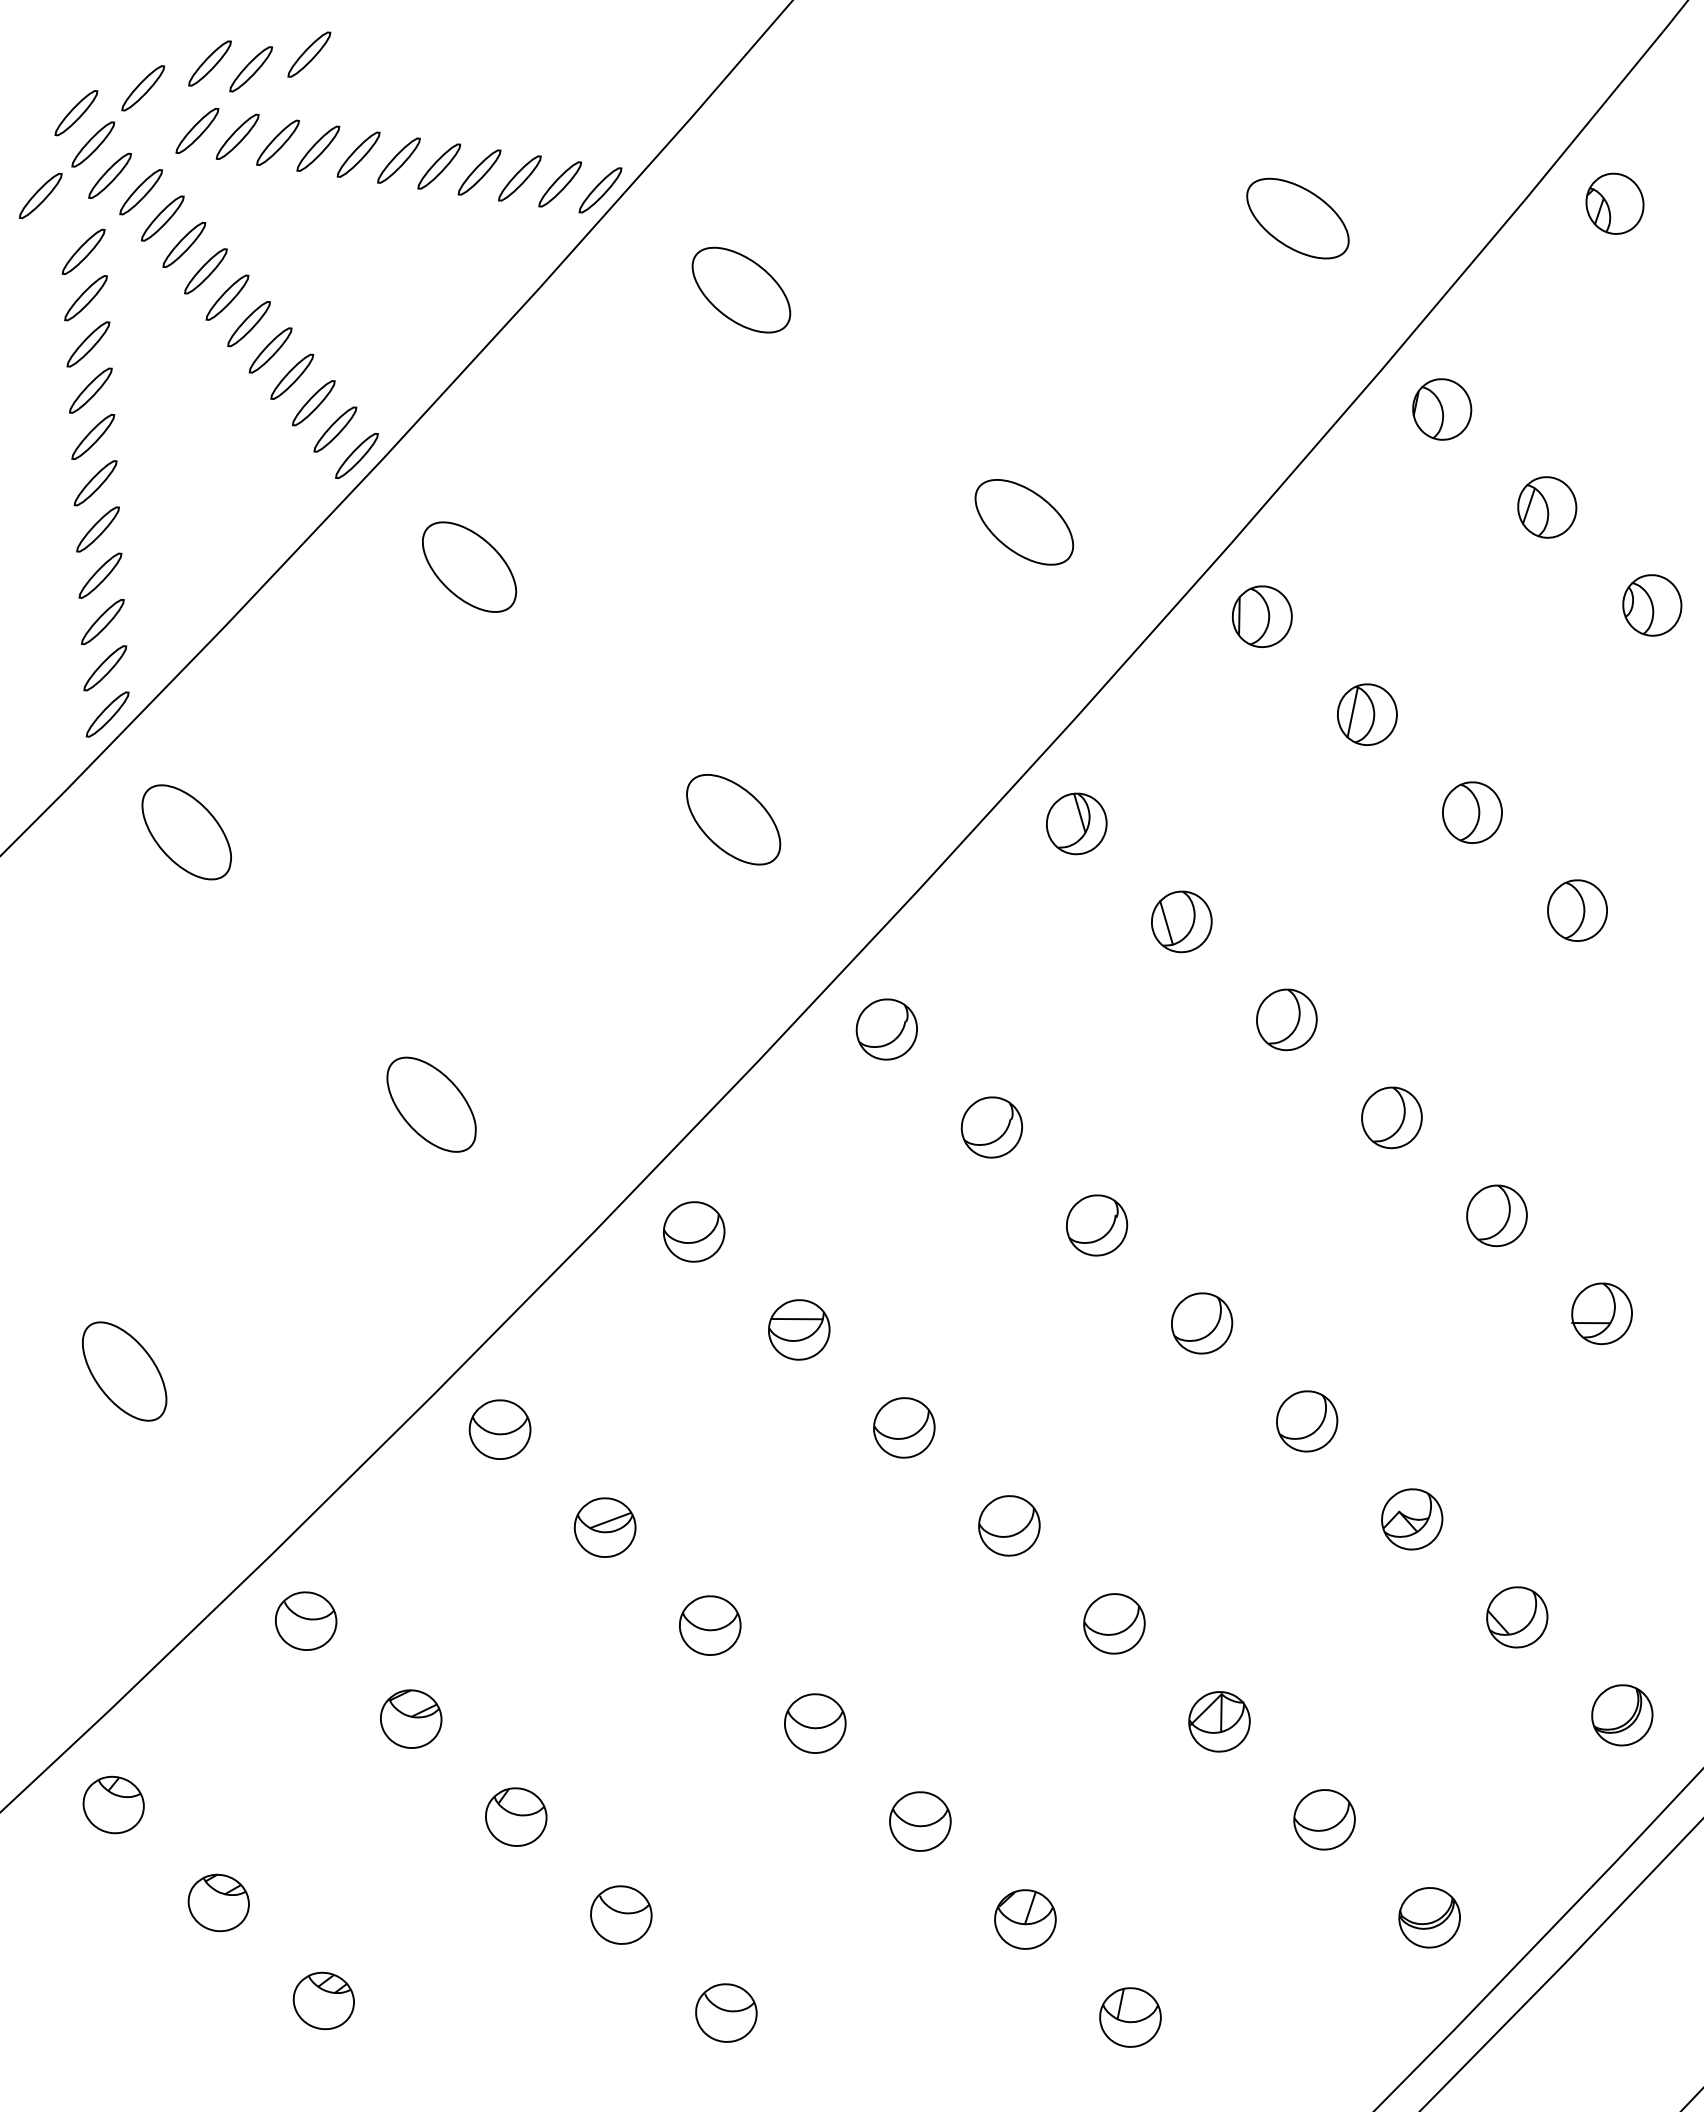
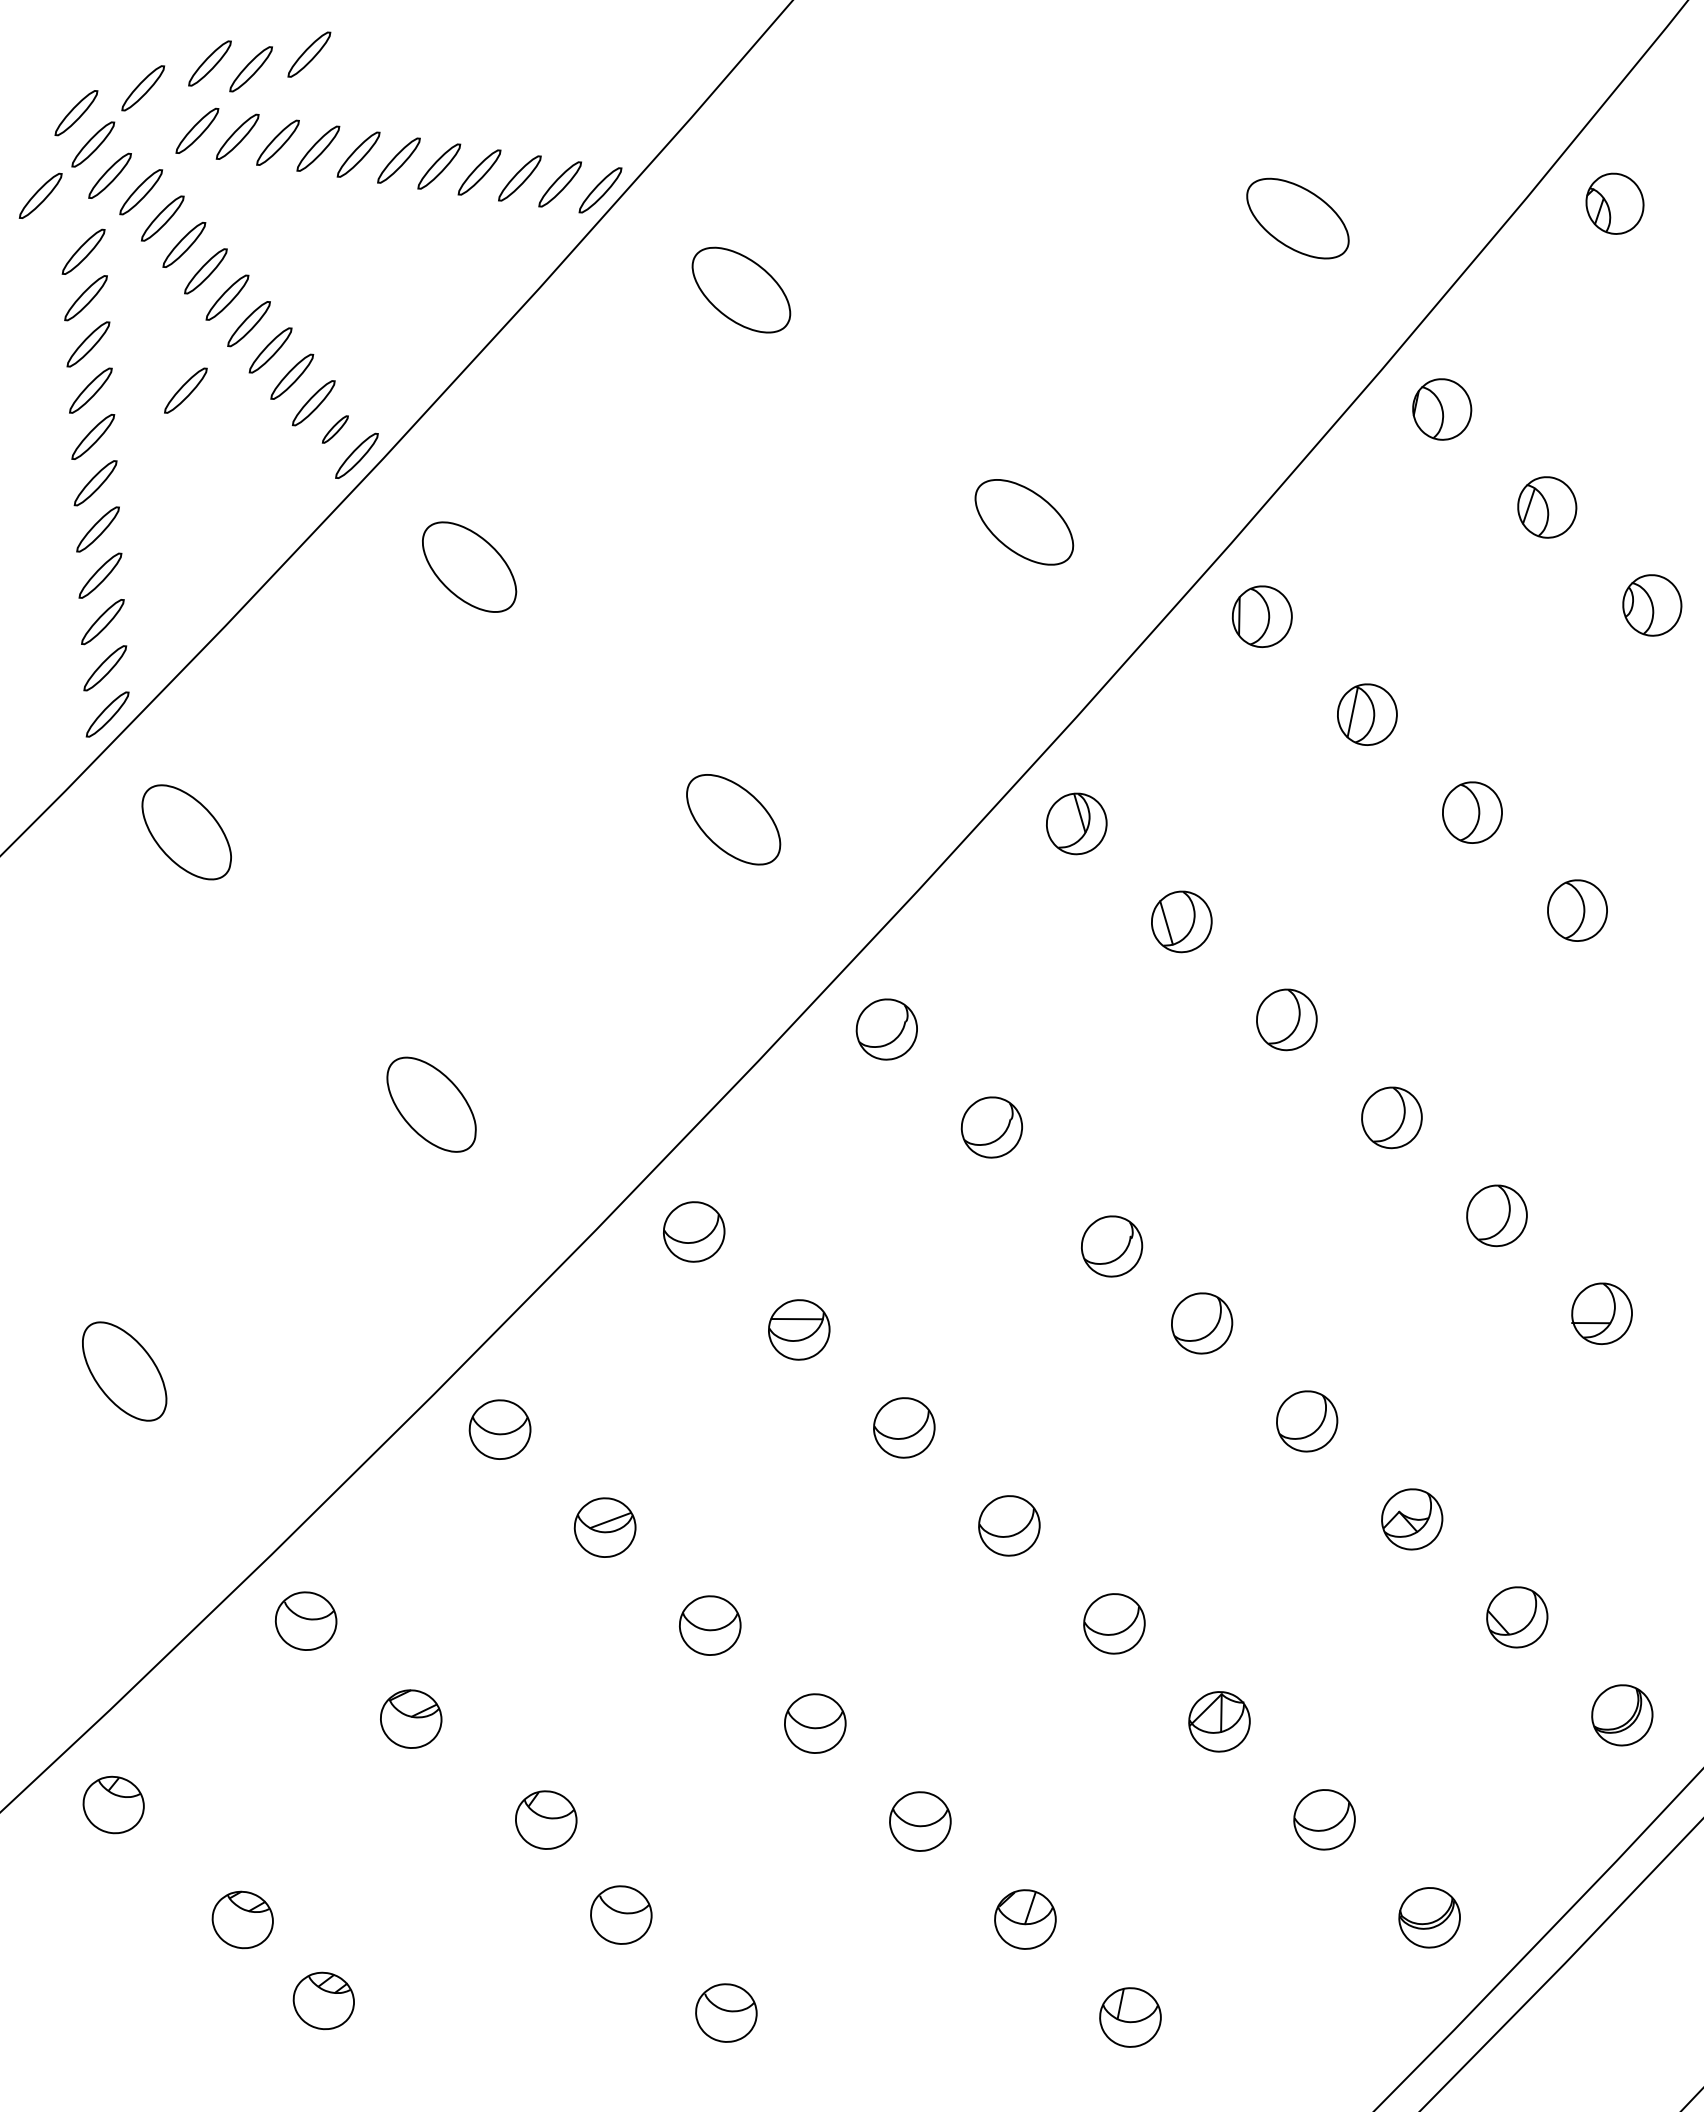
part at (185, 390): none -> present
part at (335, 429) size: 45x47 px -> 27x29 px
part at (1097, 1225) position: (1097, 1225) -> (1112, 1246)
part at (516, 1816) position: (516, 1816) -> (546, 1819)
part at (218, 1902) position: (218, 1902) -> (242, 1919)
